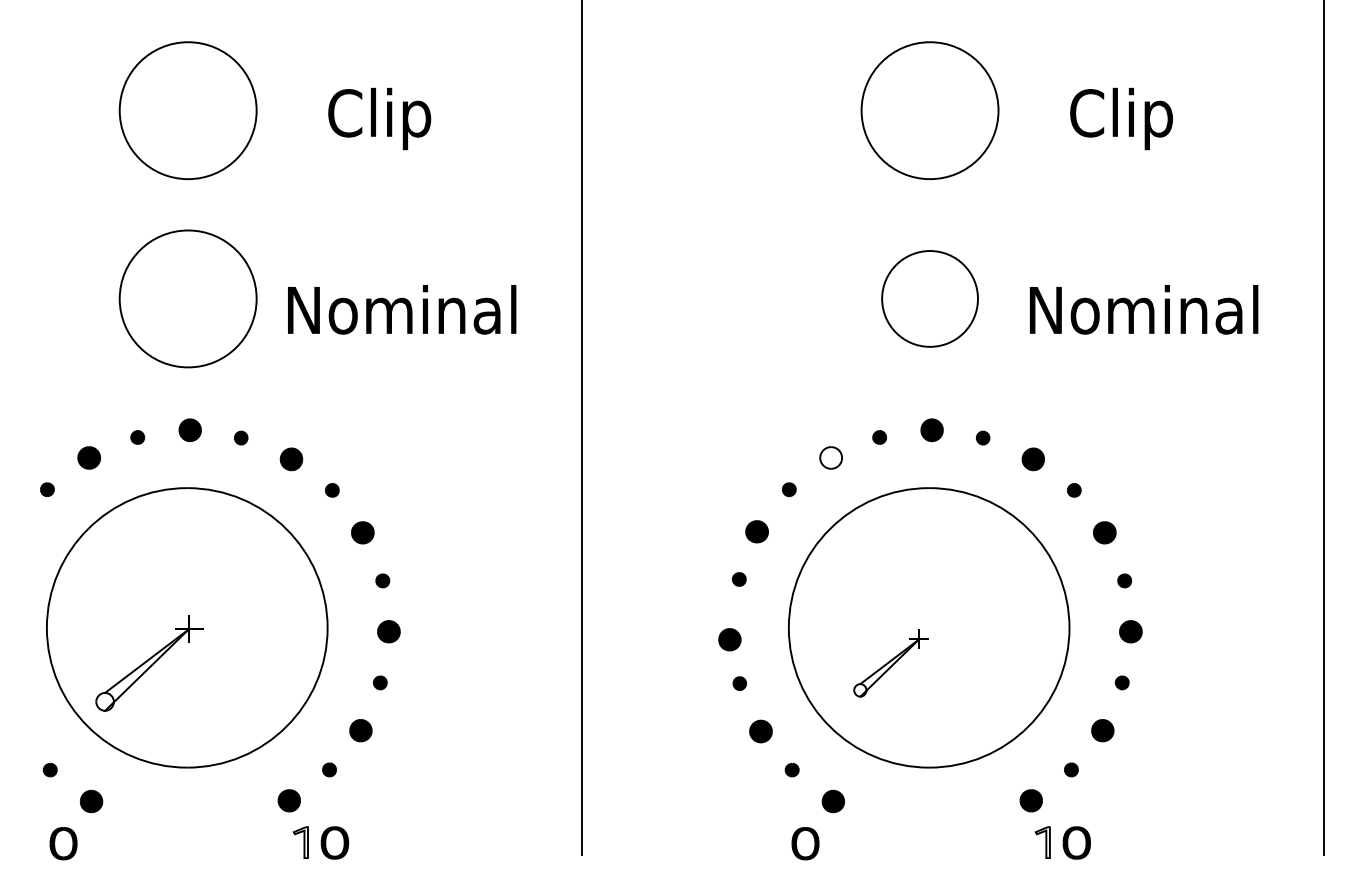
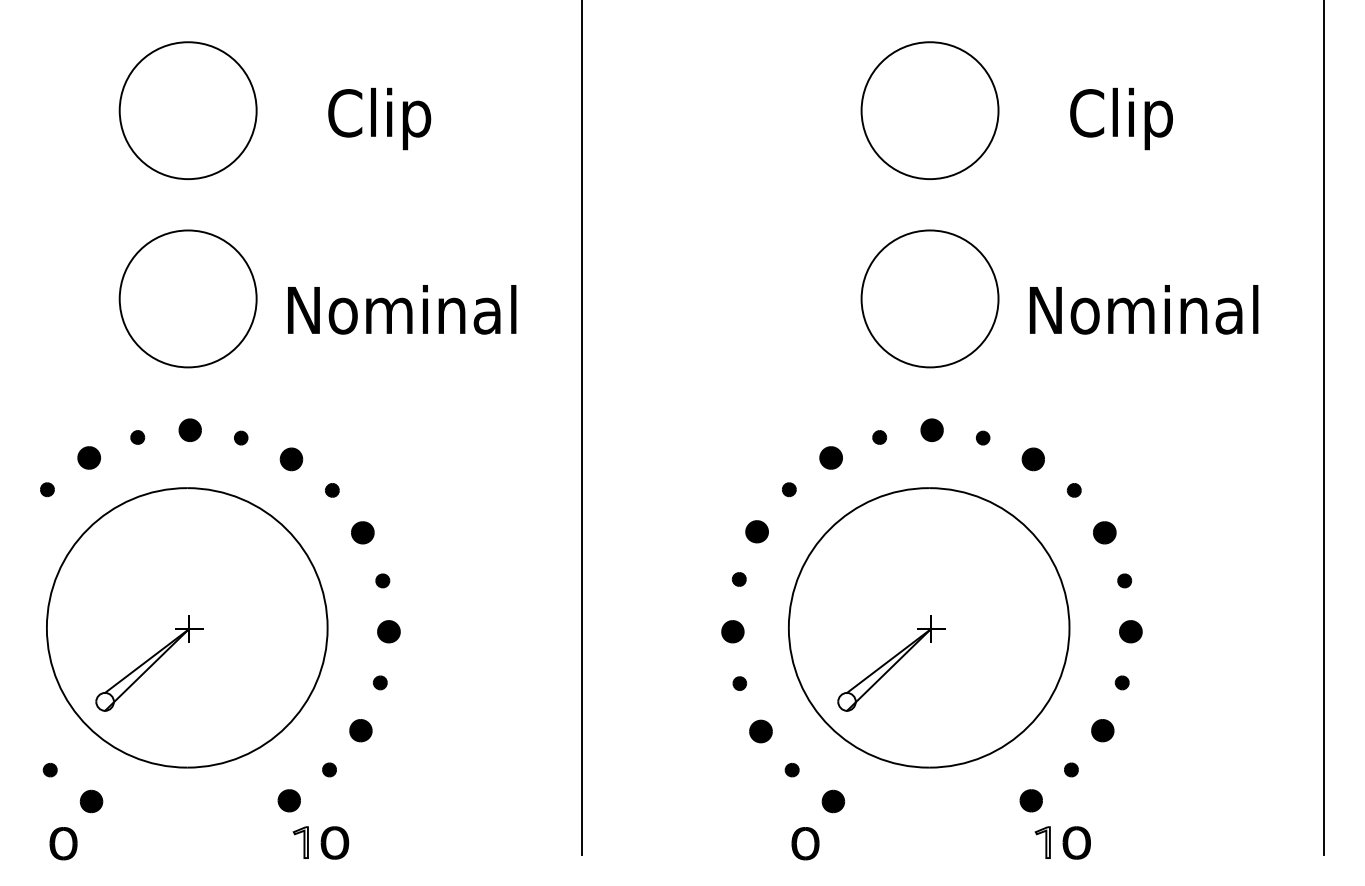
circle at (929, 298) diameter: 96 px -> 137 px
fill at (831, 457): none -> present
part at (729, 639) position: (729, 639) -> (732, 631)
part at (890, 663) size: 76x69 px -> 109x97 px
